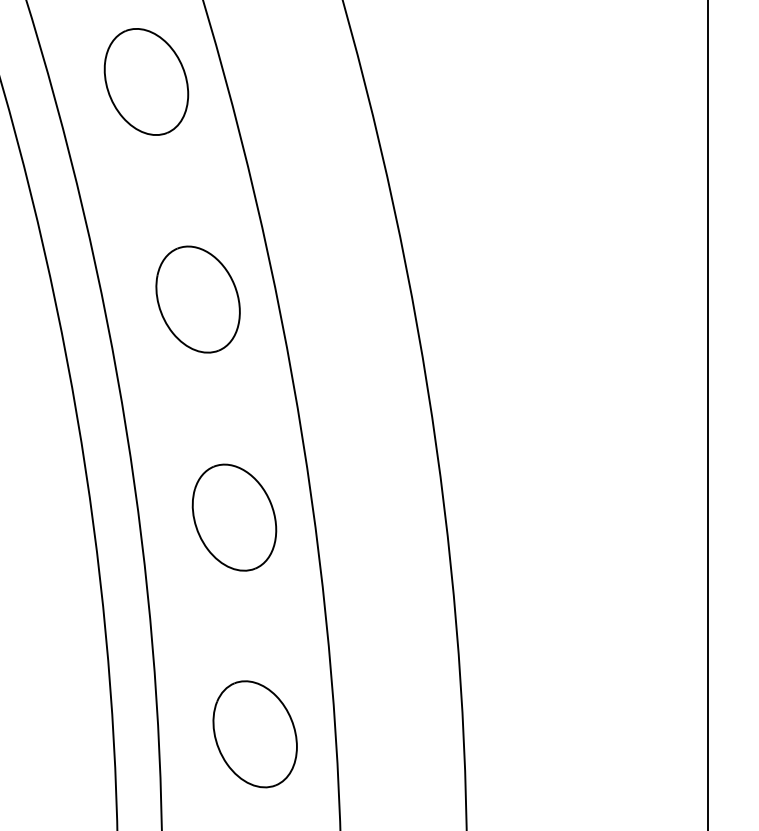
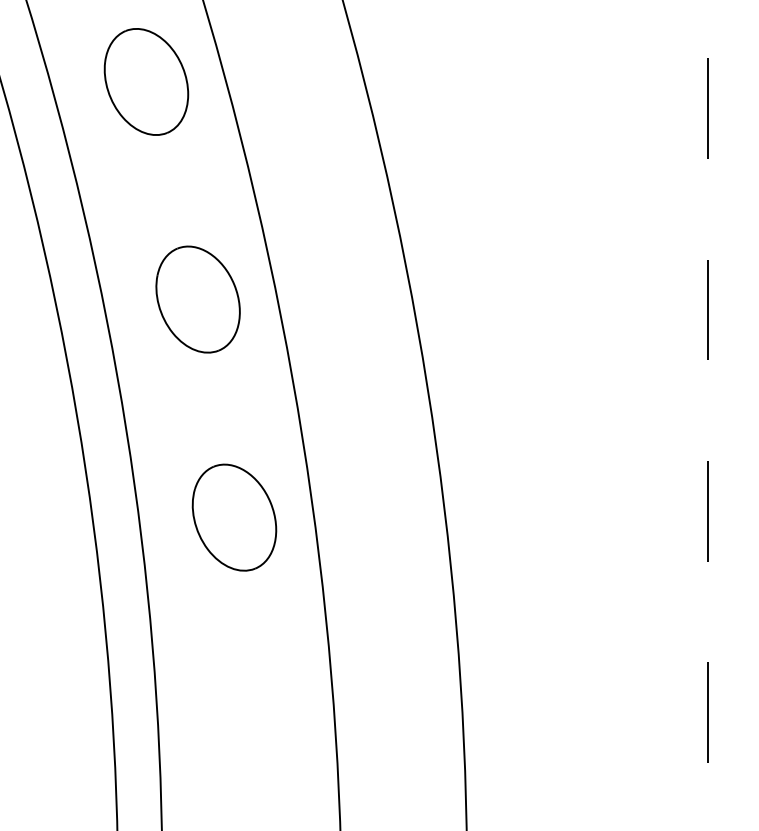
line at (708, 415): solid -> dashed
part at (254, 734): present -> none
